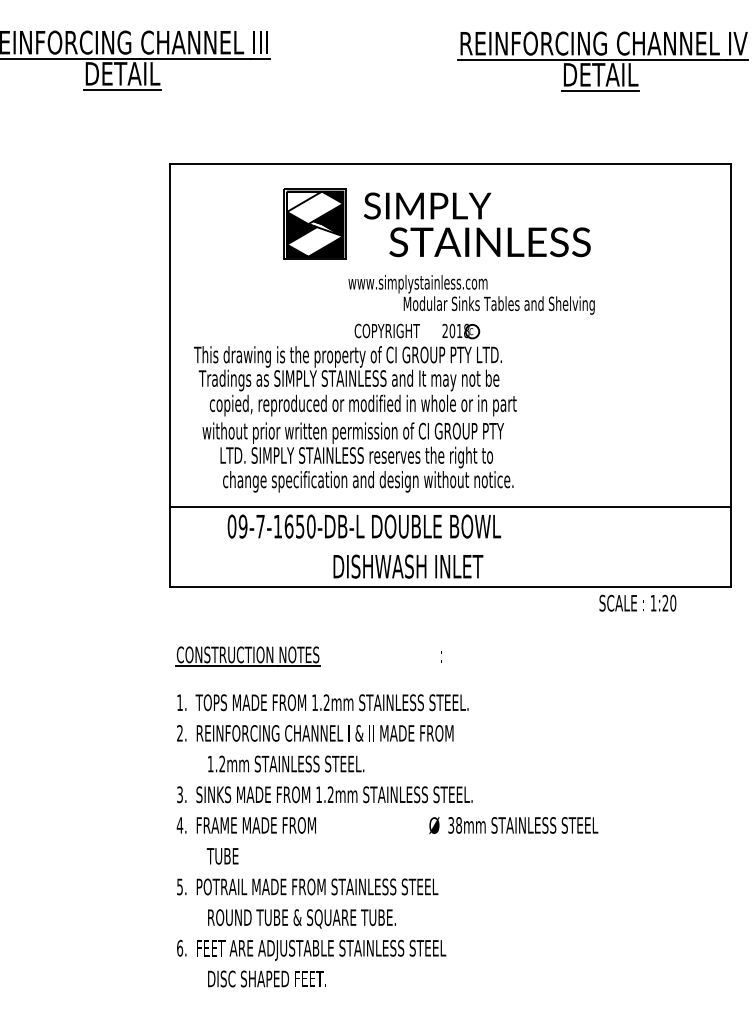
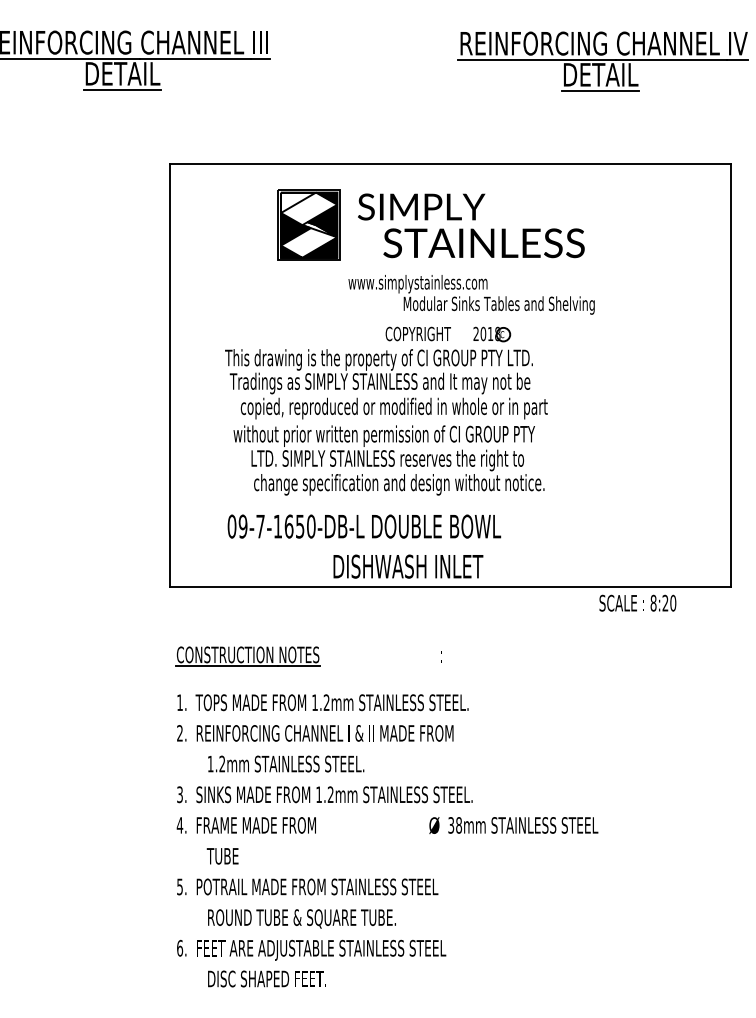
part at (436, 223) position: (436, 223) -> (430, 224)
part at (355, 407) position: (355, 407) -> (386, 410)
line at (450, 506): present -> none
text at (653, 602): 1:20 -> 8:20
